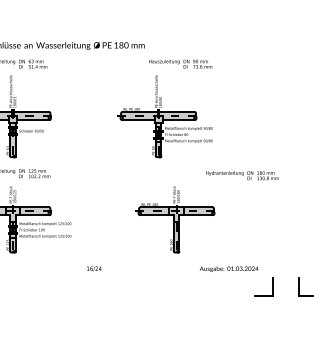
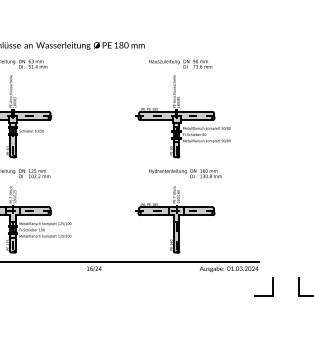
part at (164, 116) position: (164, 116) -> (182, 116)
text at (242, 175) position: (242, 175) -> (185, 173)
line at (130, 262): none -> present
